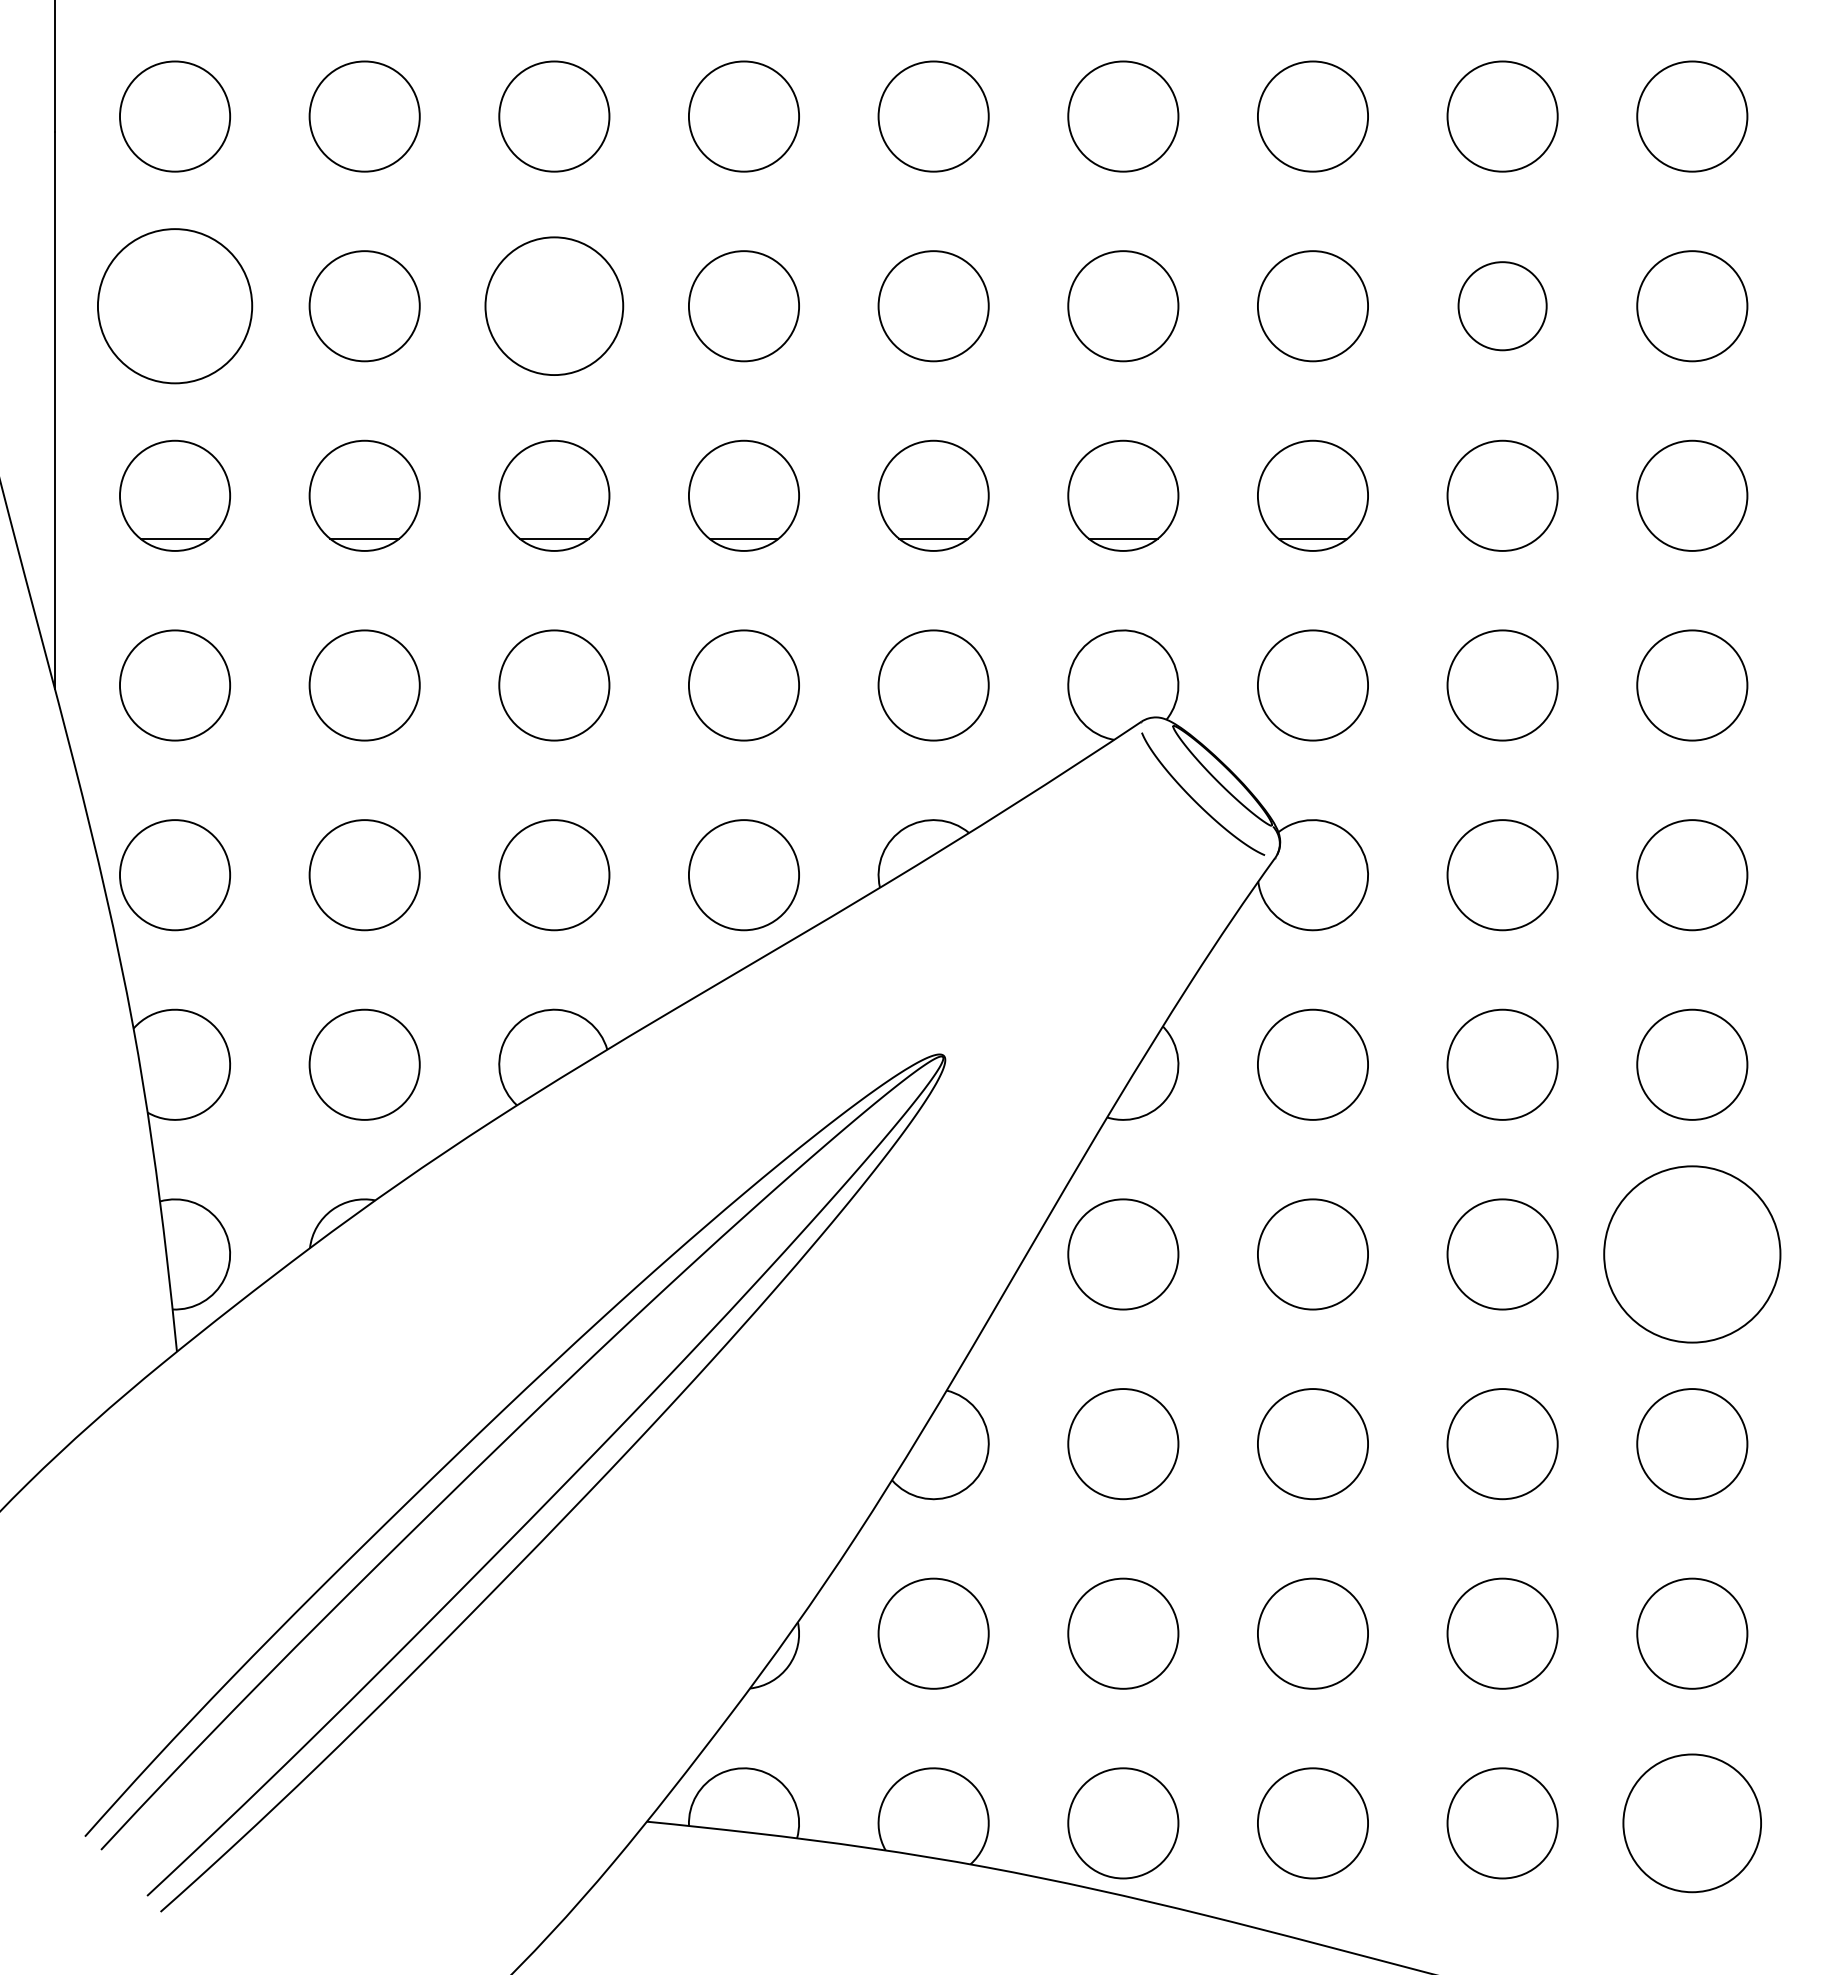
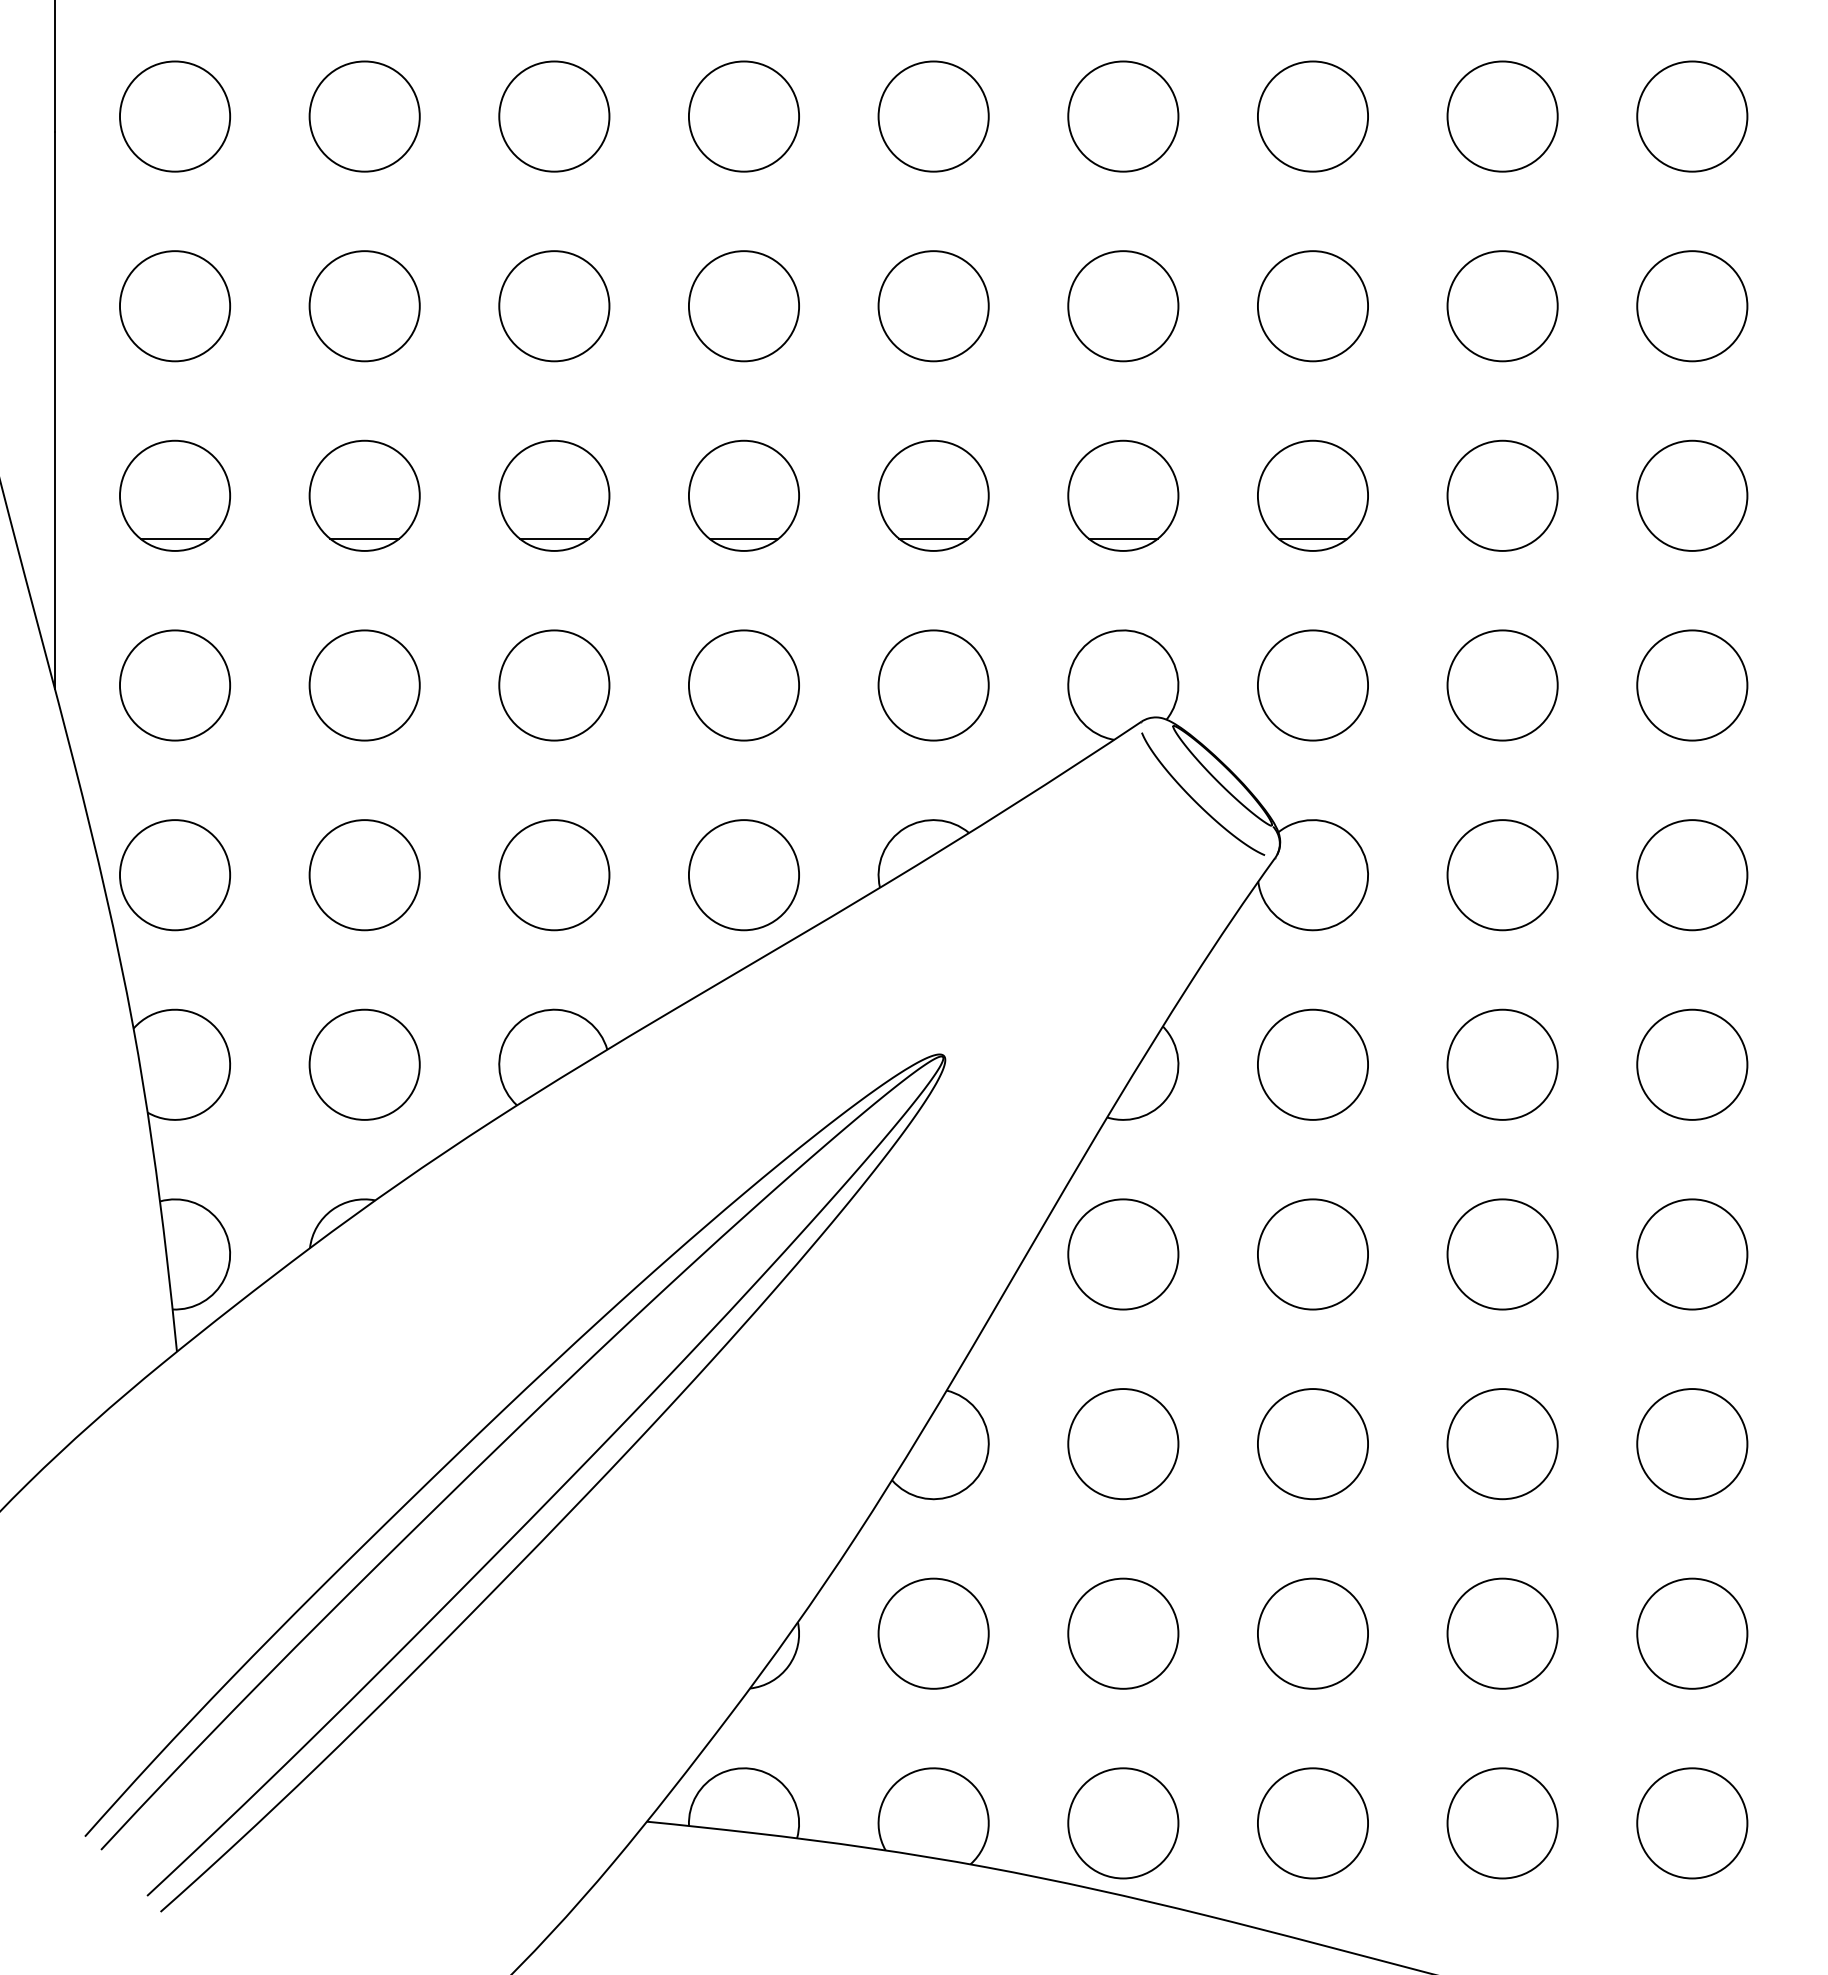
circle at (174, 306) diameter: 154 px -> 110 px
circle at (554, 306) diameter: 138 px -> 110 px
circle at (1502, 306) diameter: 88 px -> 110 px
circle at (1692, 1254) diameter: 176 px -> 110 px
circle at (1691, 1823) size: 140x141 px -> 113x113 px
